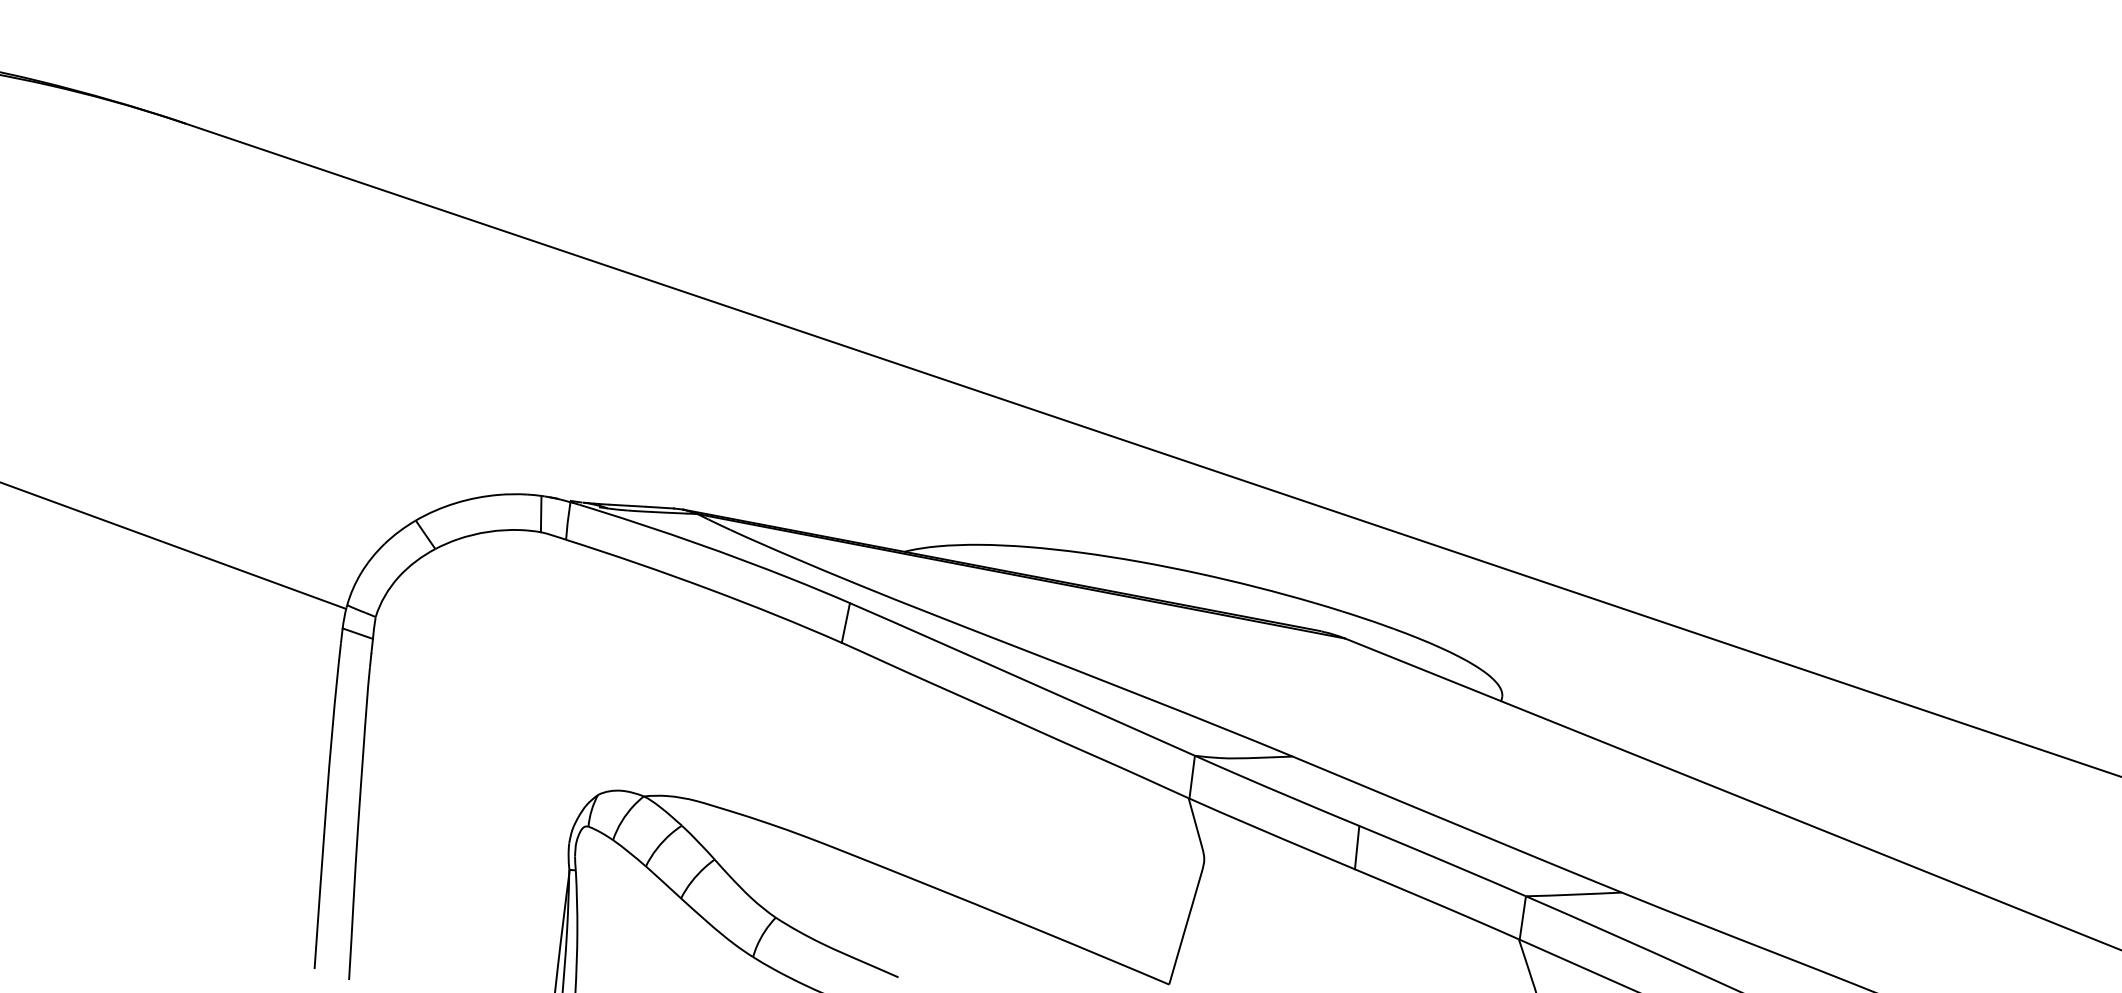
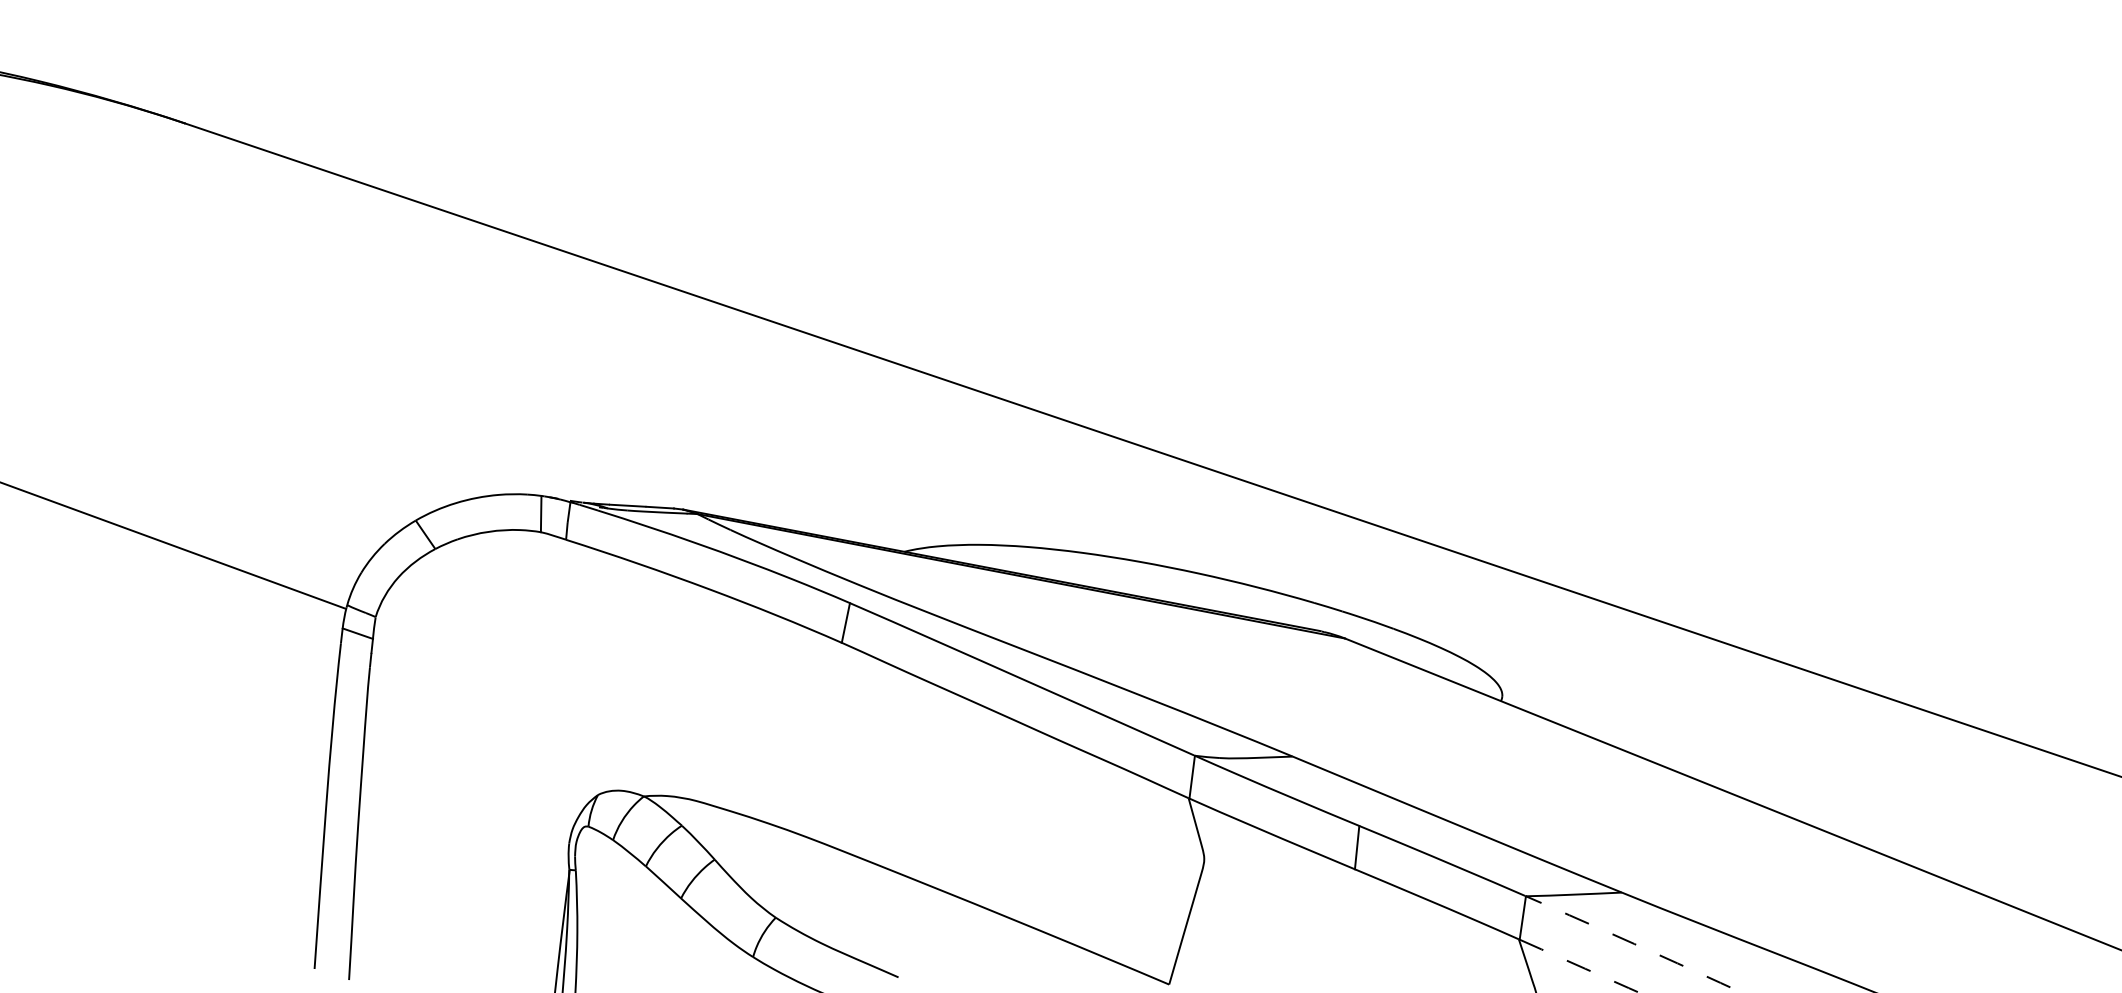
arc at (1633, 943): solid -> dashed
arc at (1580, 966): solid -> dashed
